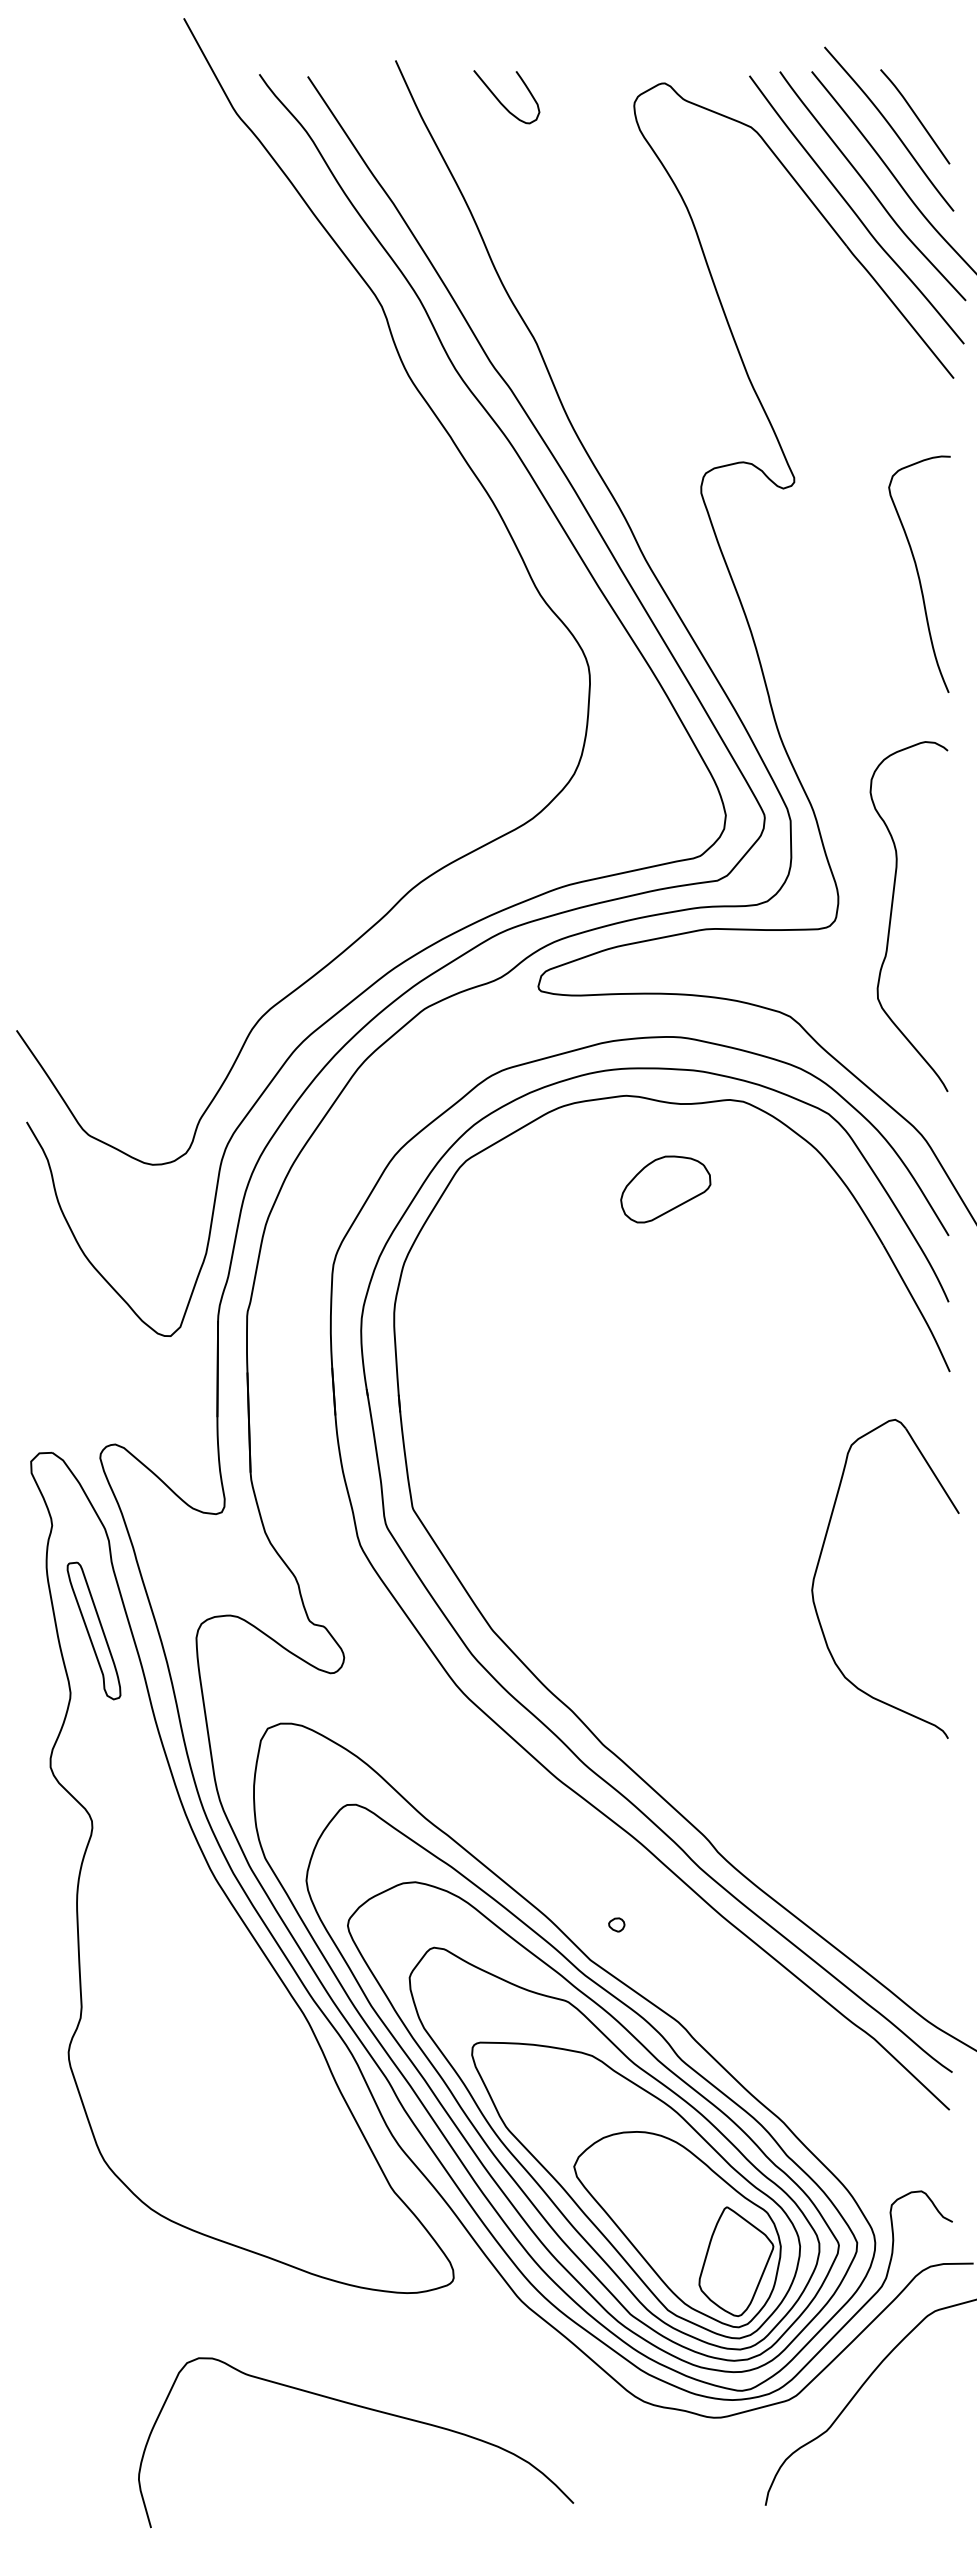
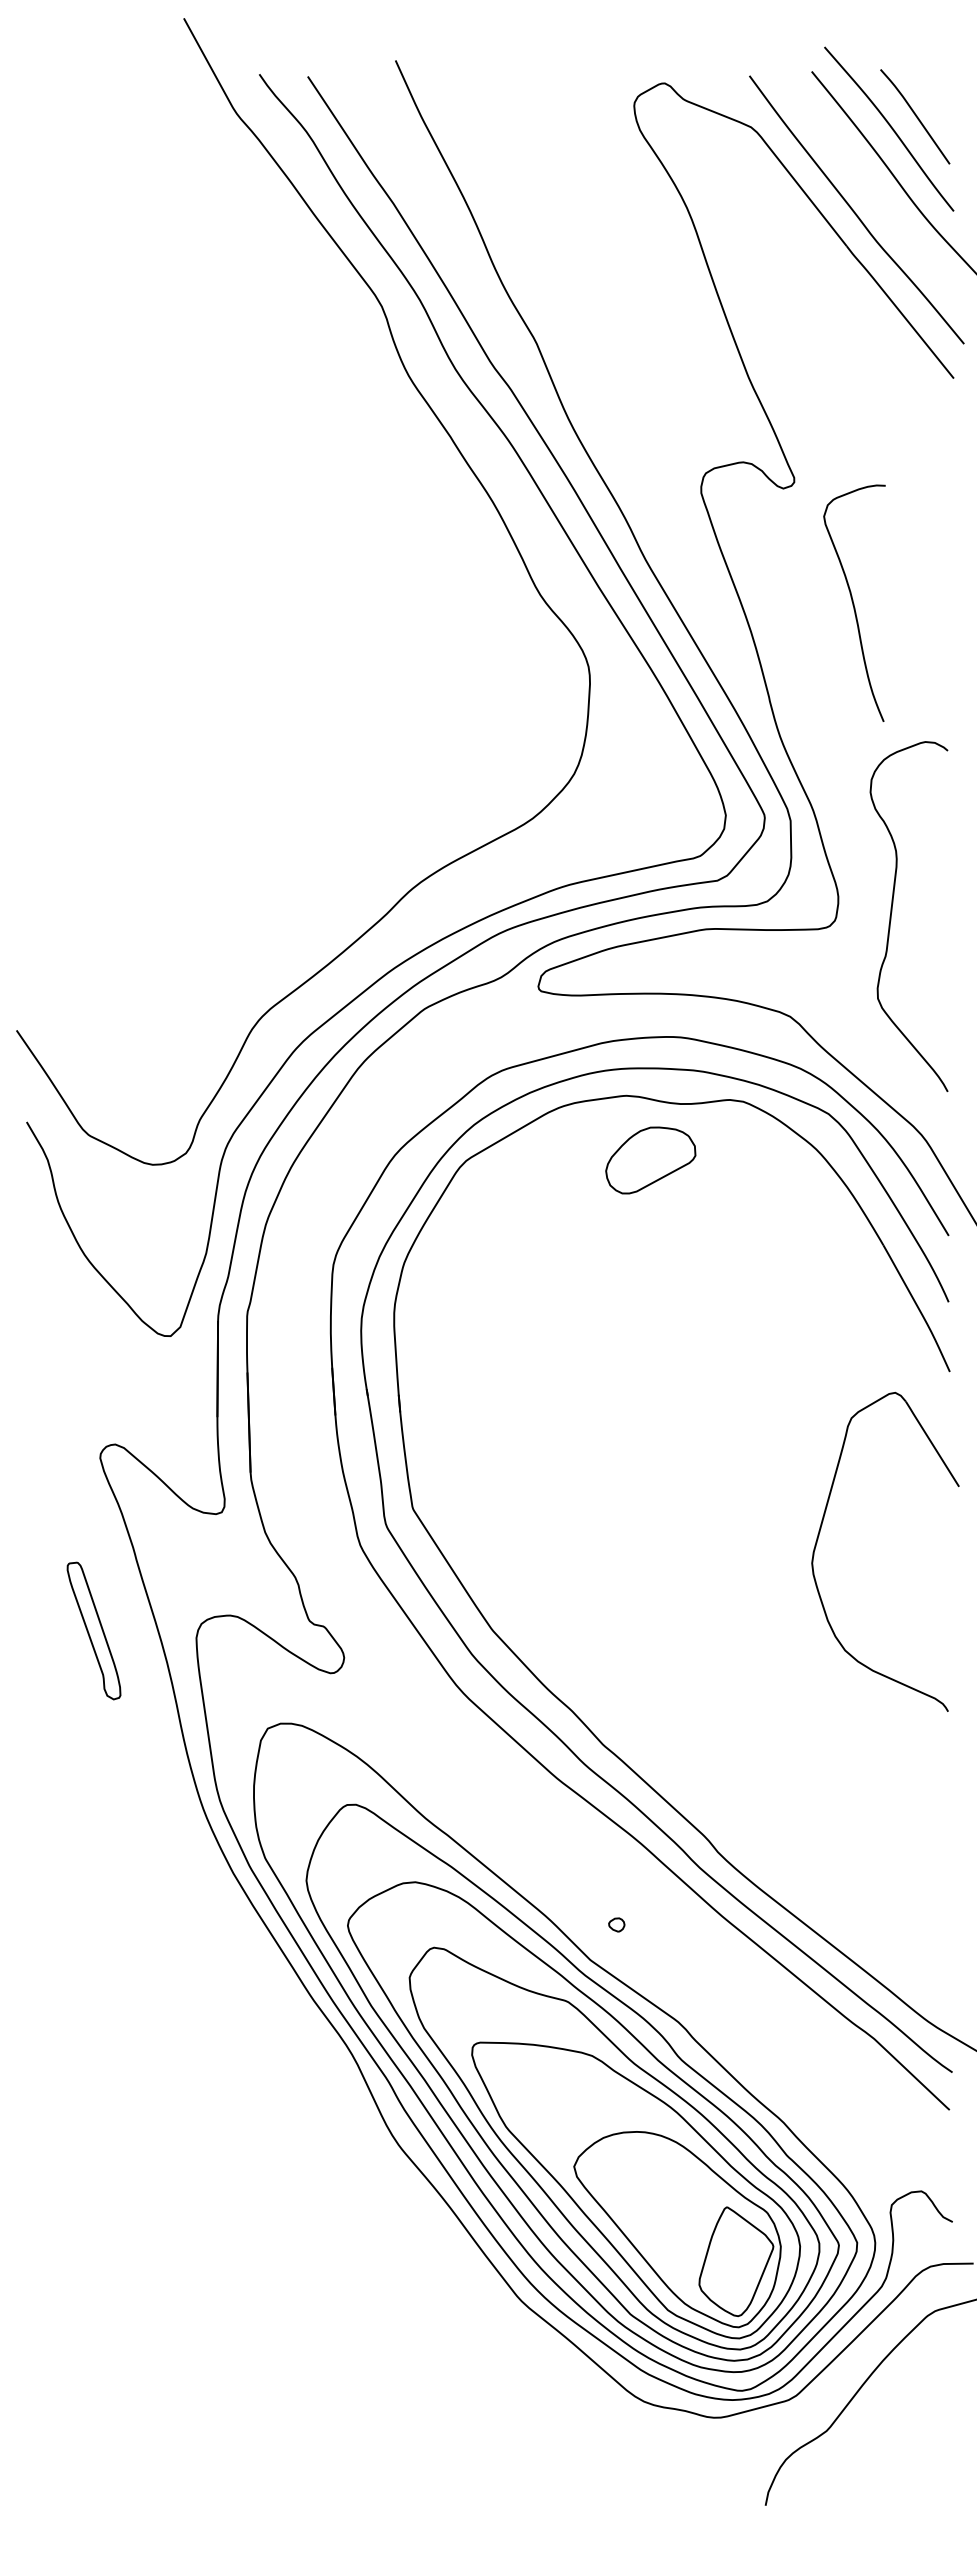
curve at (501, 102): present -> none
curve at (870, 187): present -> none
curve at (918, 573) position: (918, 573) -> (853, 602)
part at (665, 1189) position: (665, 1189) -> (650, 1160)
part at (819, 1563) position: (819, 1563) -> (819, 1536)
part at (222, 1887): present -> none
curve at (363, 2408): present -> none
